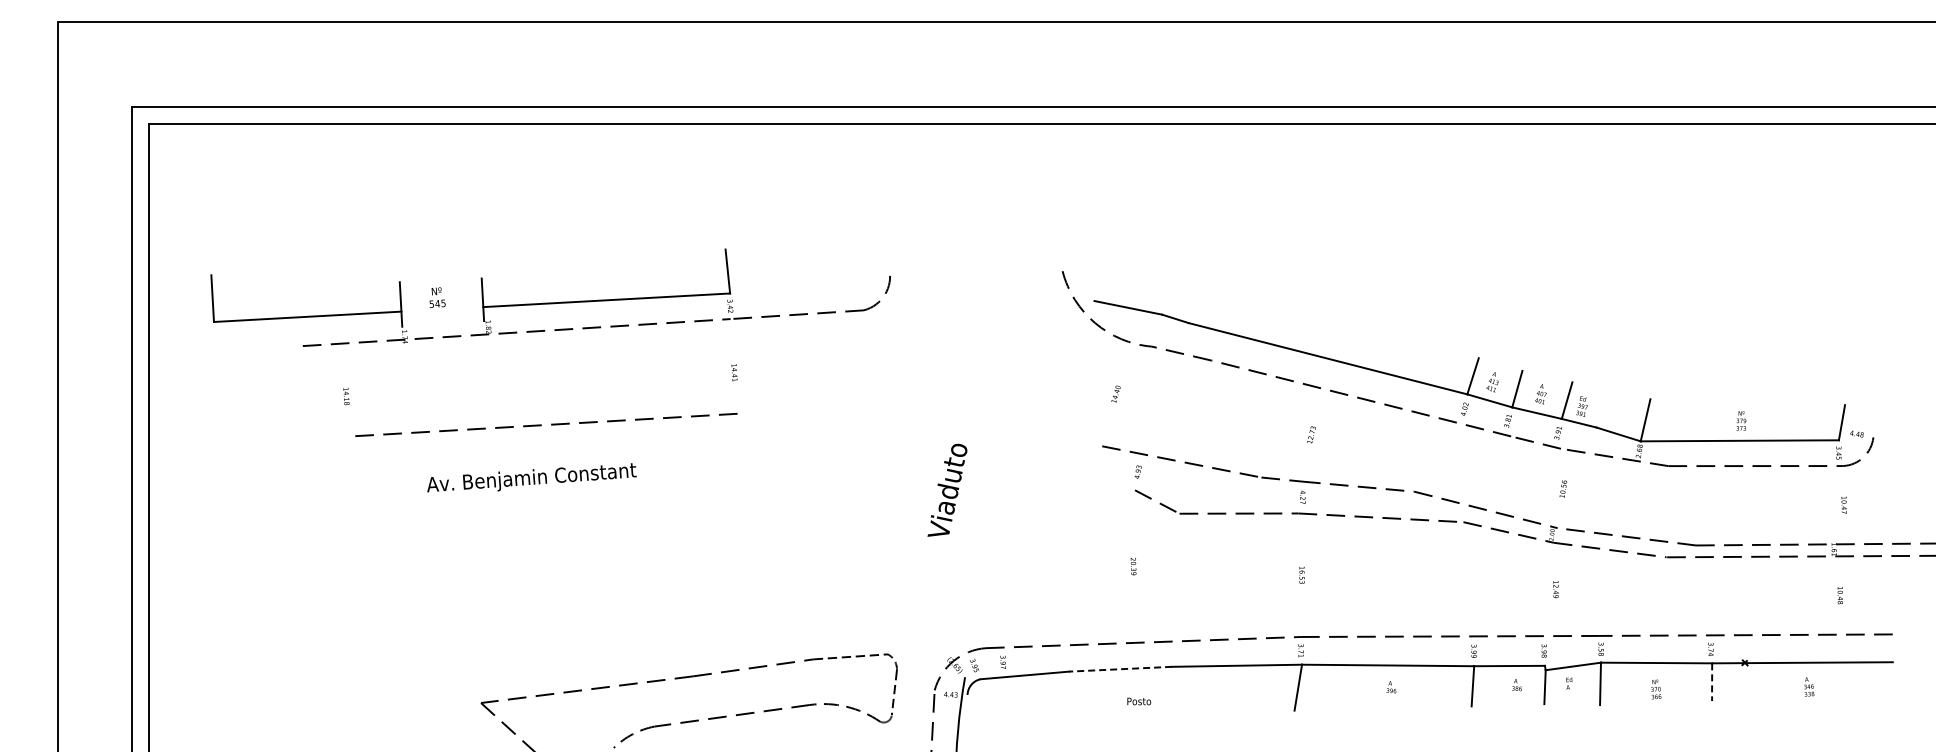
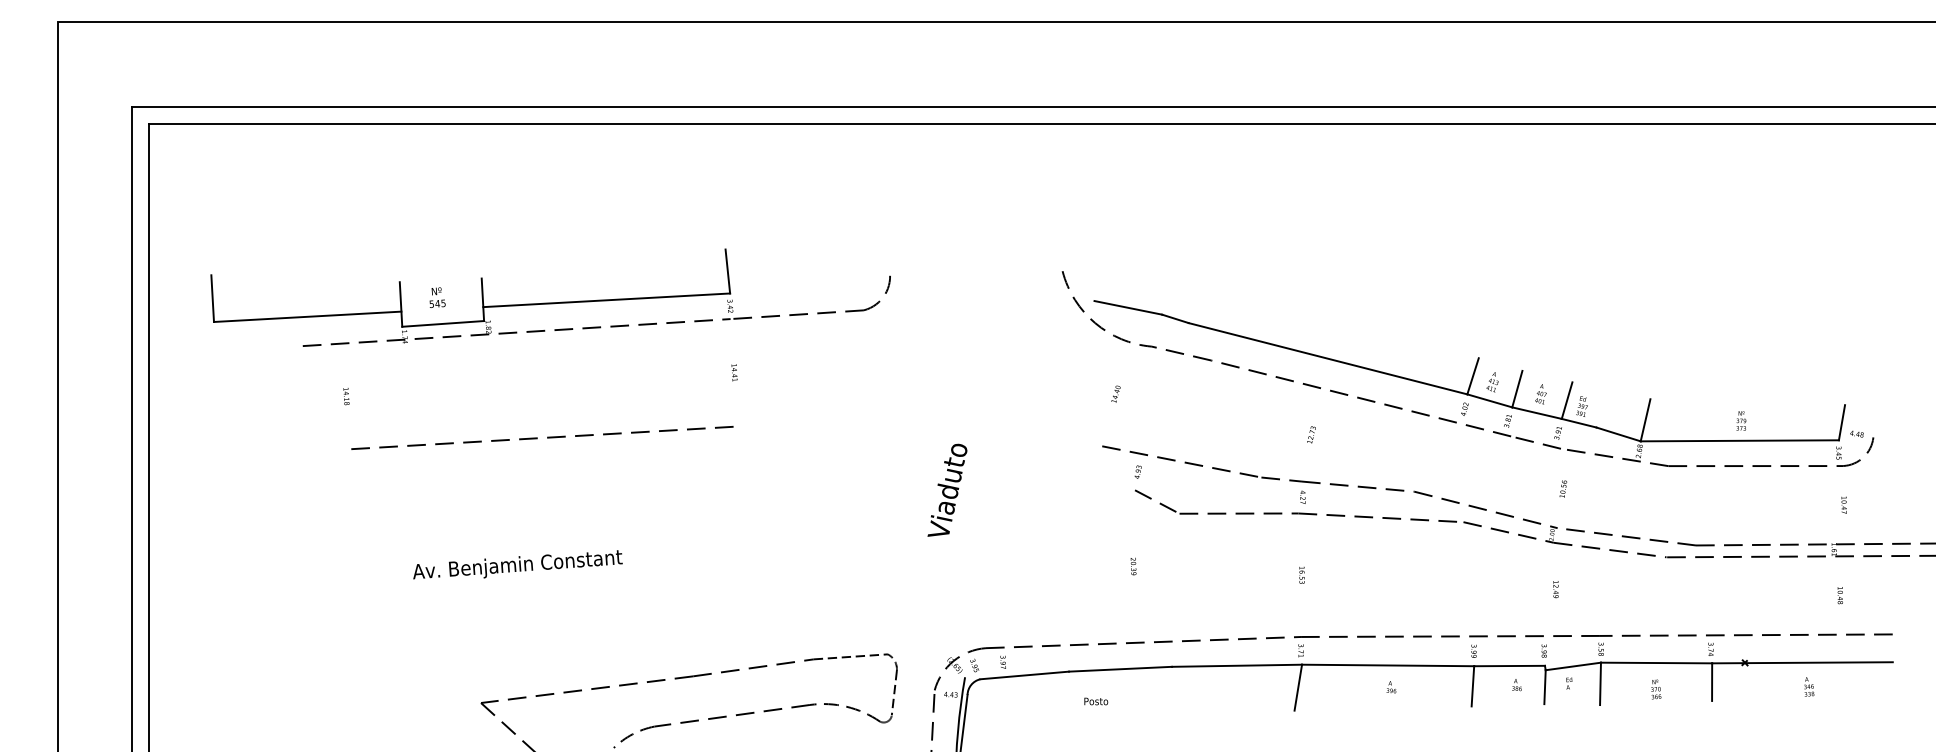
line at (443, 323): none -> present
line at (541, 424) position: (541, 424) -> (537, 437)
text at (531, 477) position: (531, 477) -> (517, 564)
line at (1120, 669): dashed -> solid
line at (1712, 682): dashed -> solid
text at (1139, 701) position: (1139, 701) -> (1096, 701)
line at (963, 721): none -> present
